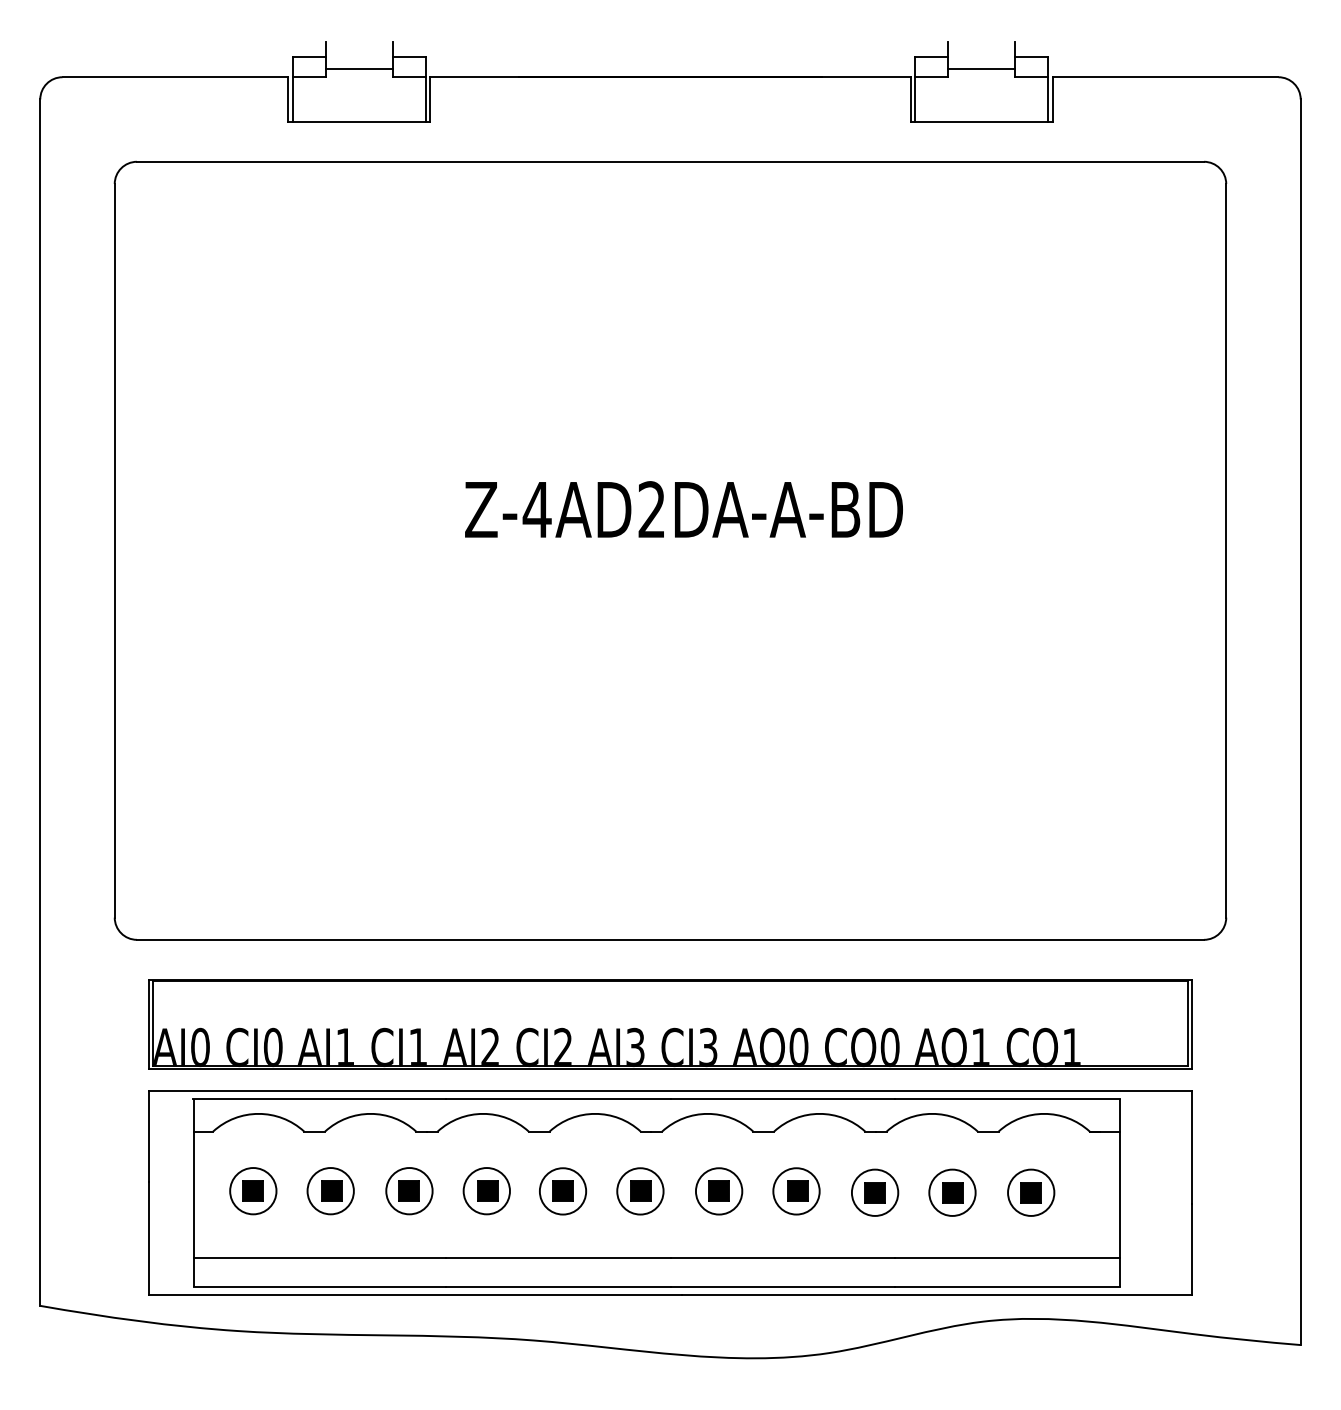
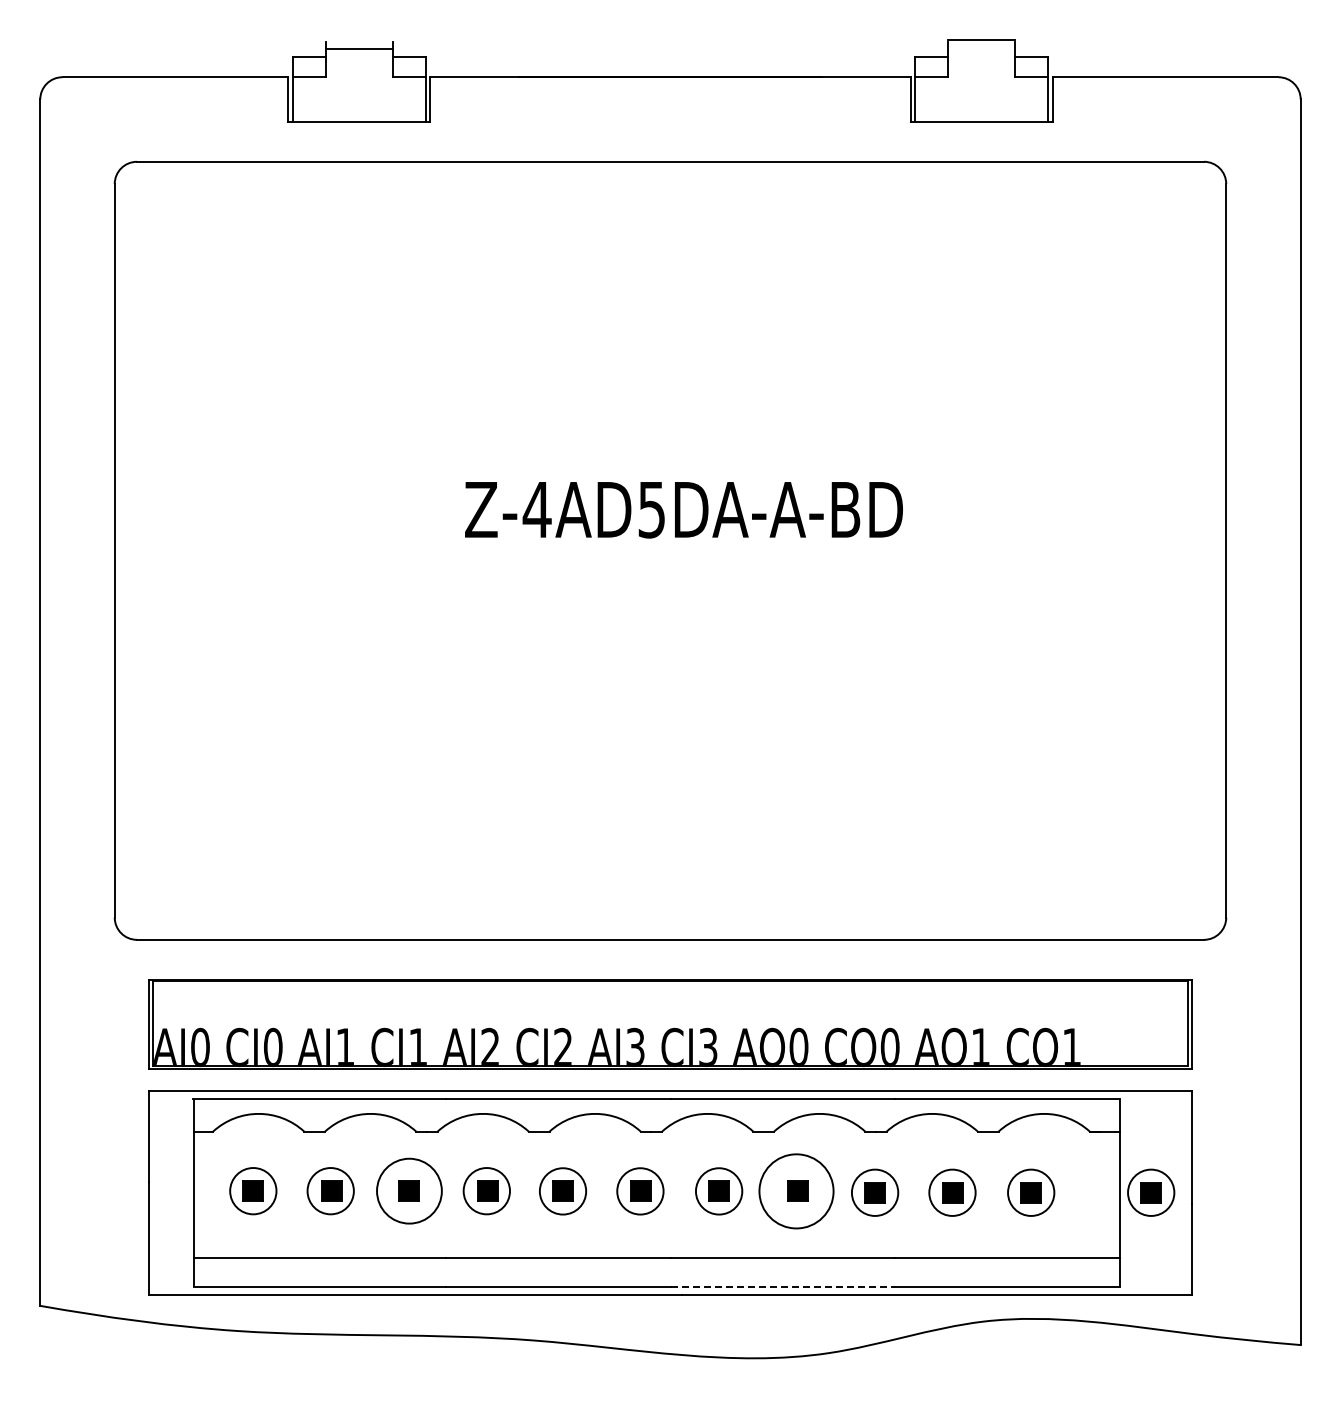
line at (358, 68) position: (358, 68) -> (358, 48)
line at (981, 68) position: (981, 68) -> (981, 39)
text at (651, 509): Z-4AD2DA-A-BD -> Z-4AD5DA-A-BD
circle at (409, 1191) diameter: 46 px -> 65 px
circle at (796, 1191) diameter: 46 px -> 74 px
part at (1151, 1192): none -> present
line at (783, 1287): solid -> dashed
